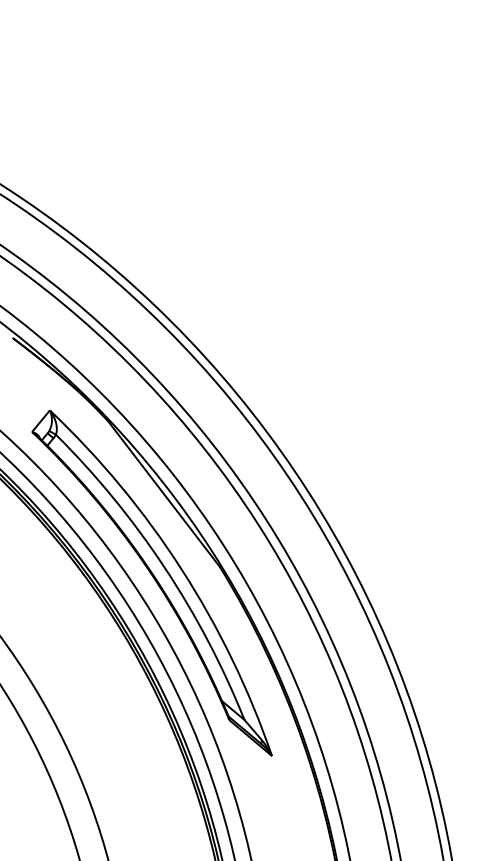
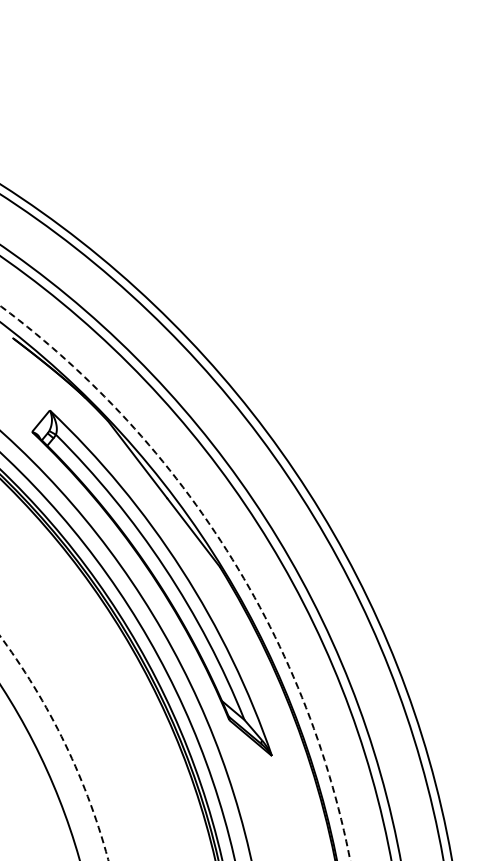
circle at (175, 583): solid -> dashed
circle at (54, 748): solid -> dashed
